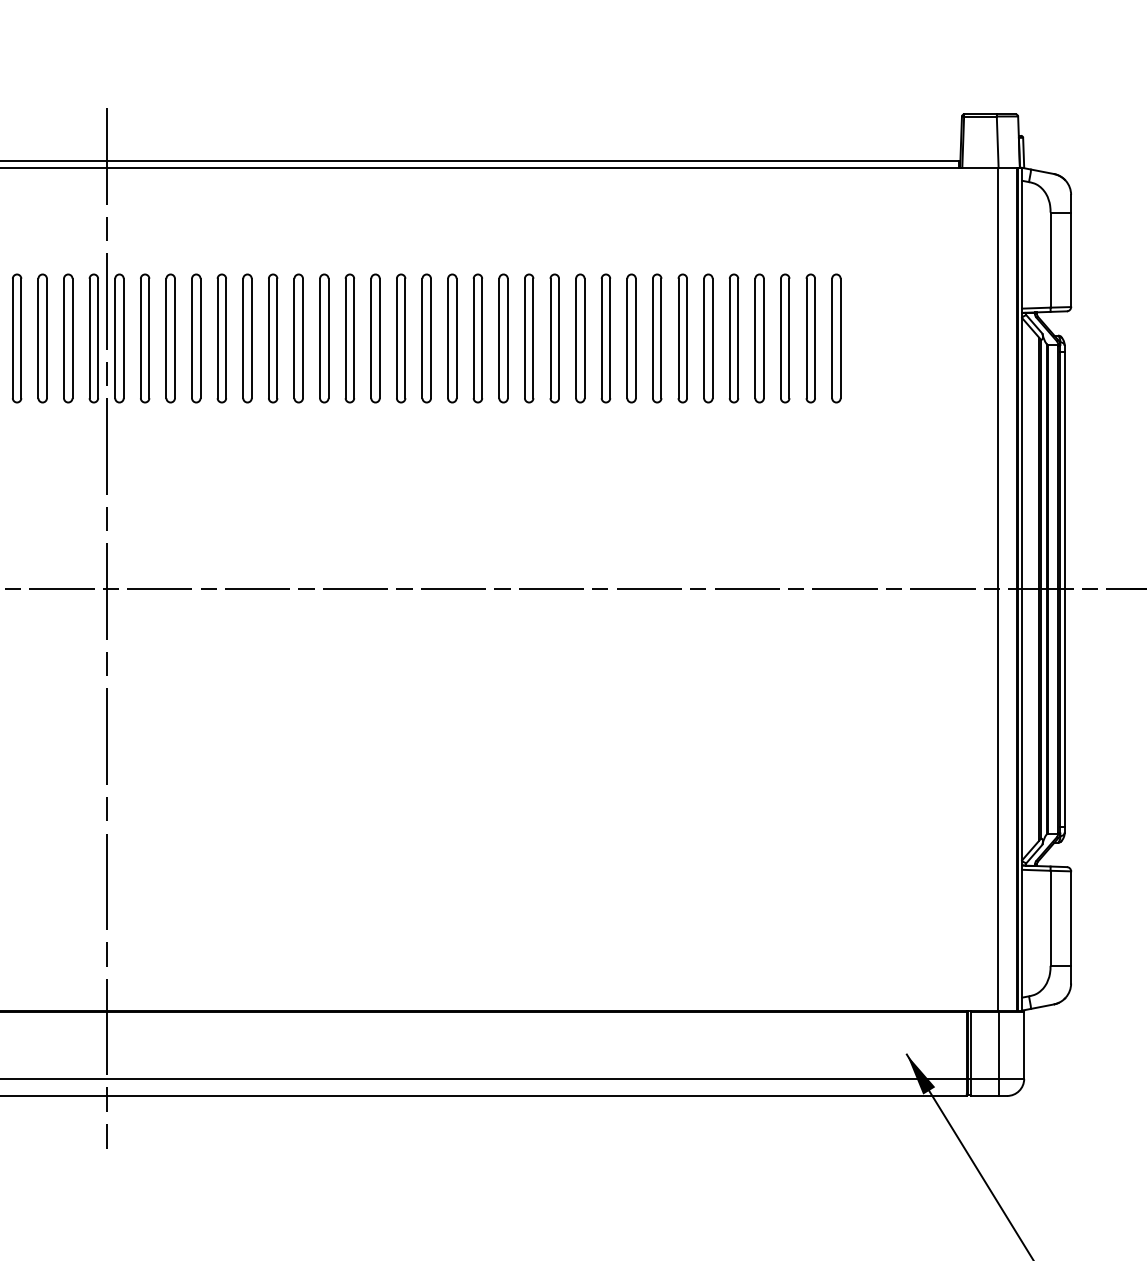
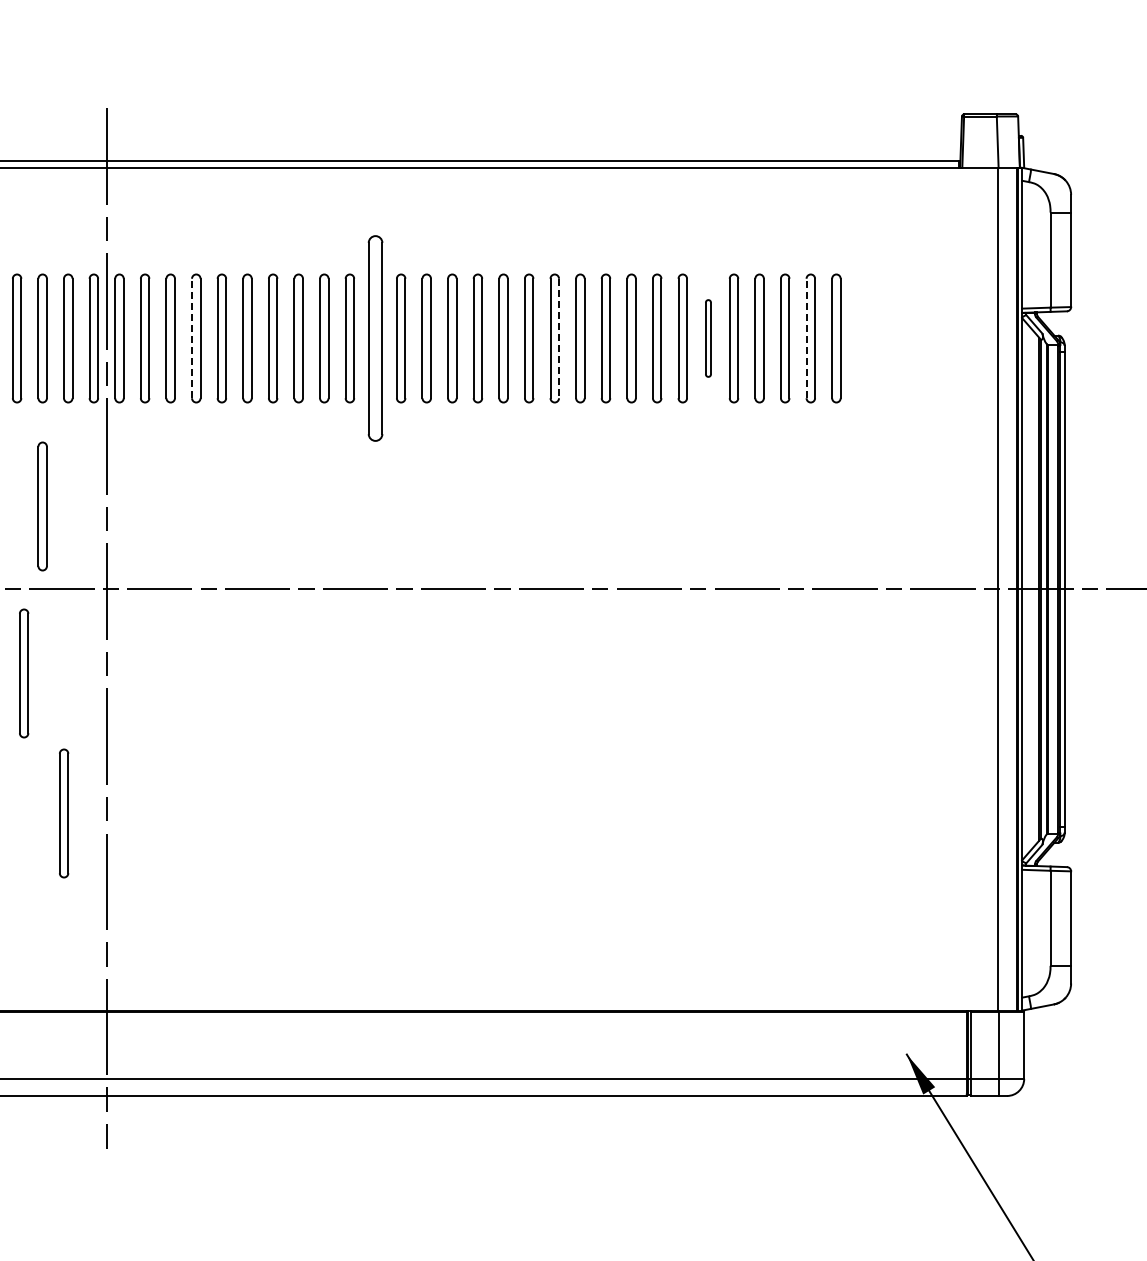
line at (192, 338): solid -> dashed
part at (375, 338) size: 11x131 px -> 17x207 px
line at (559, 338): solid -> dashed
part at (708, 338) size: 11x131 px -> 7x79 px
line at (806, 338): solid -> dashed
part at (42, 506): none -> present
part at (24, 673): none -> present
part at (64, 813): none -> present
